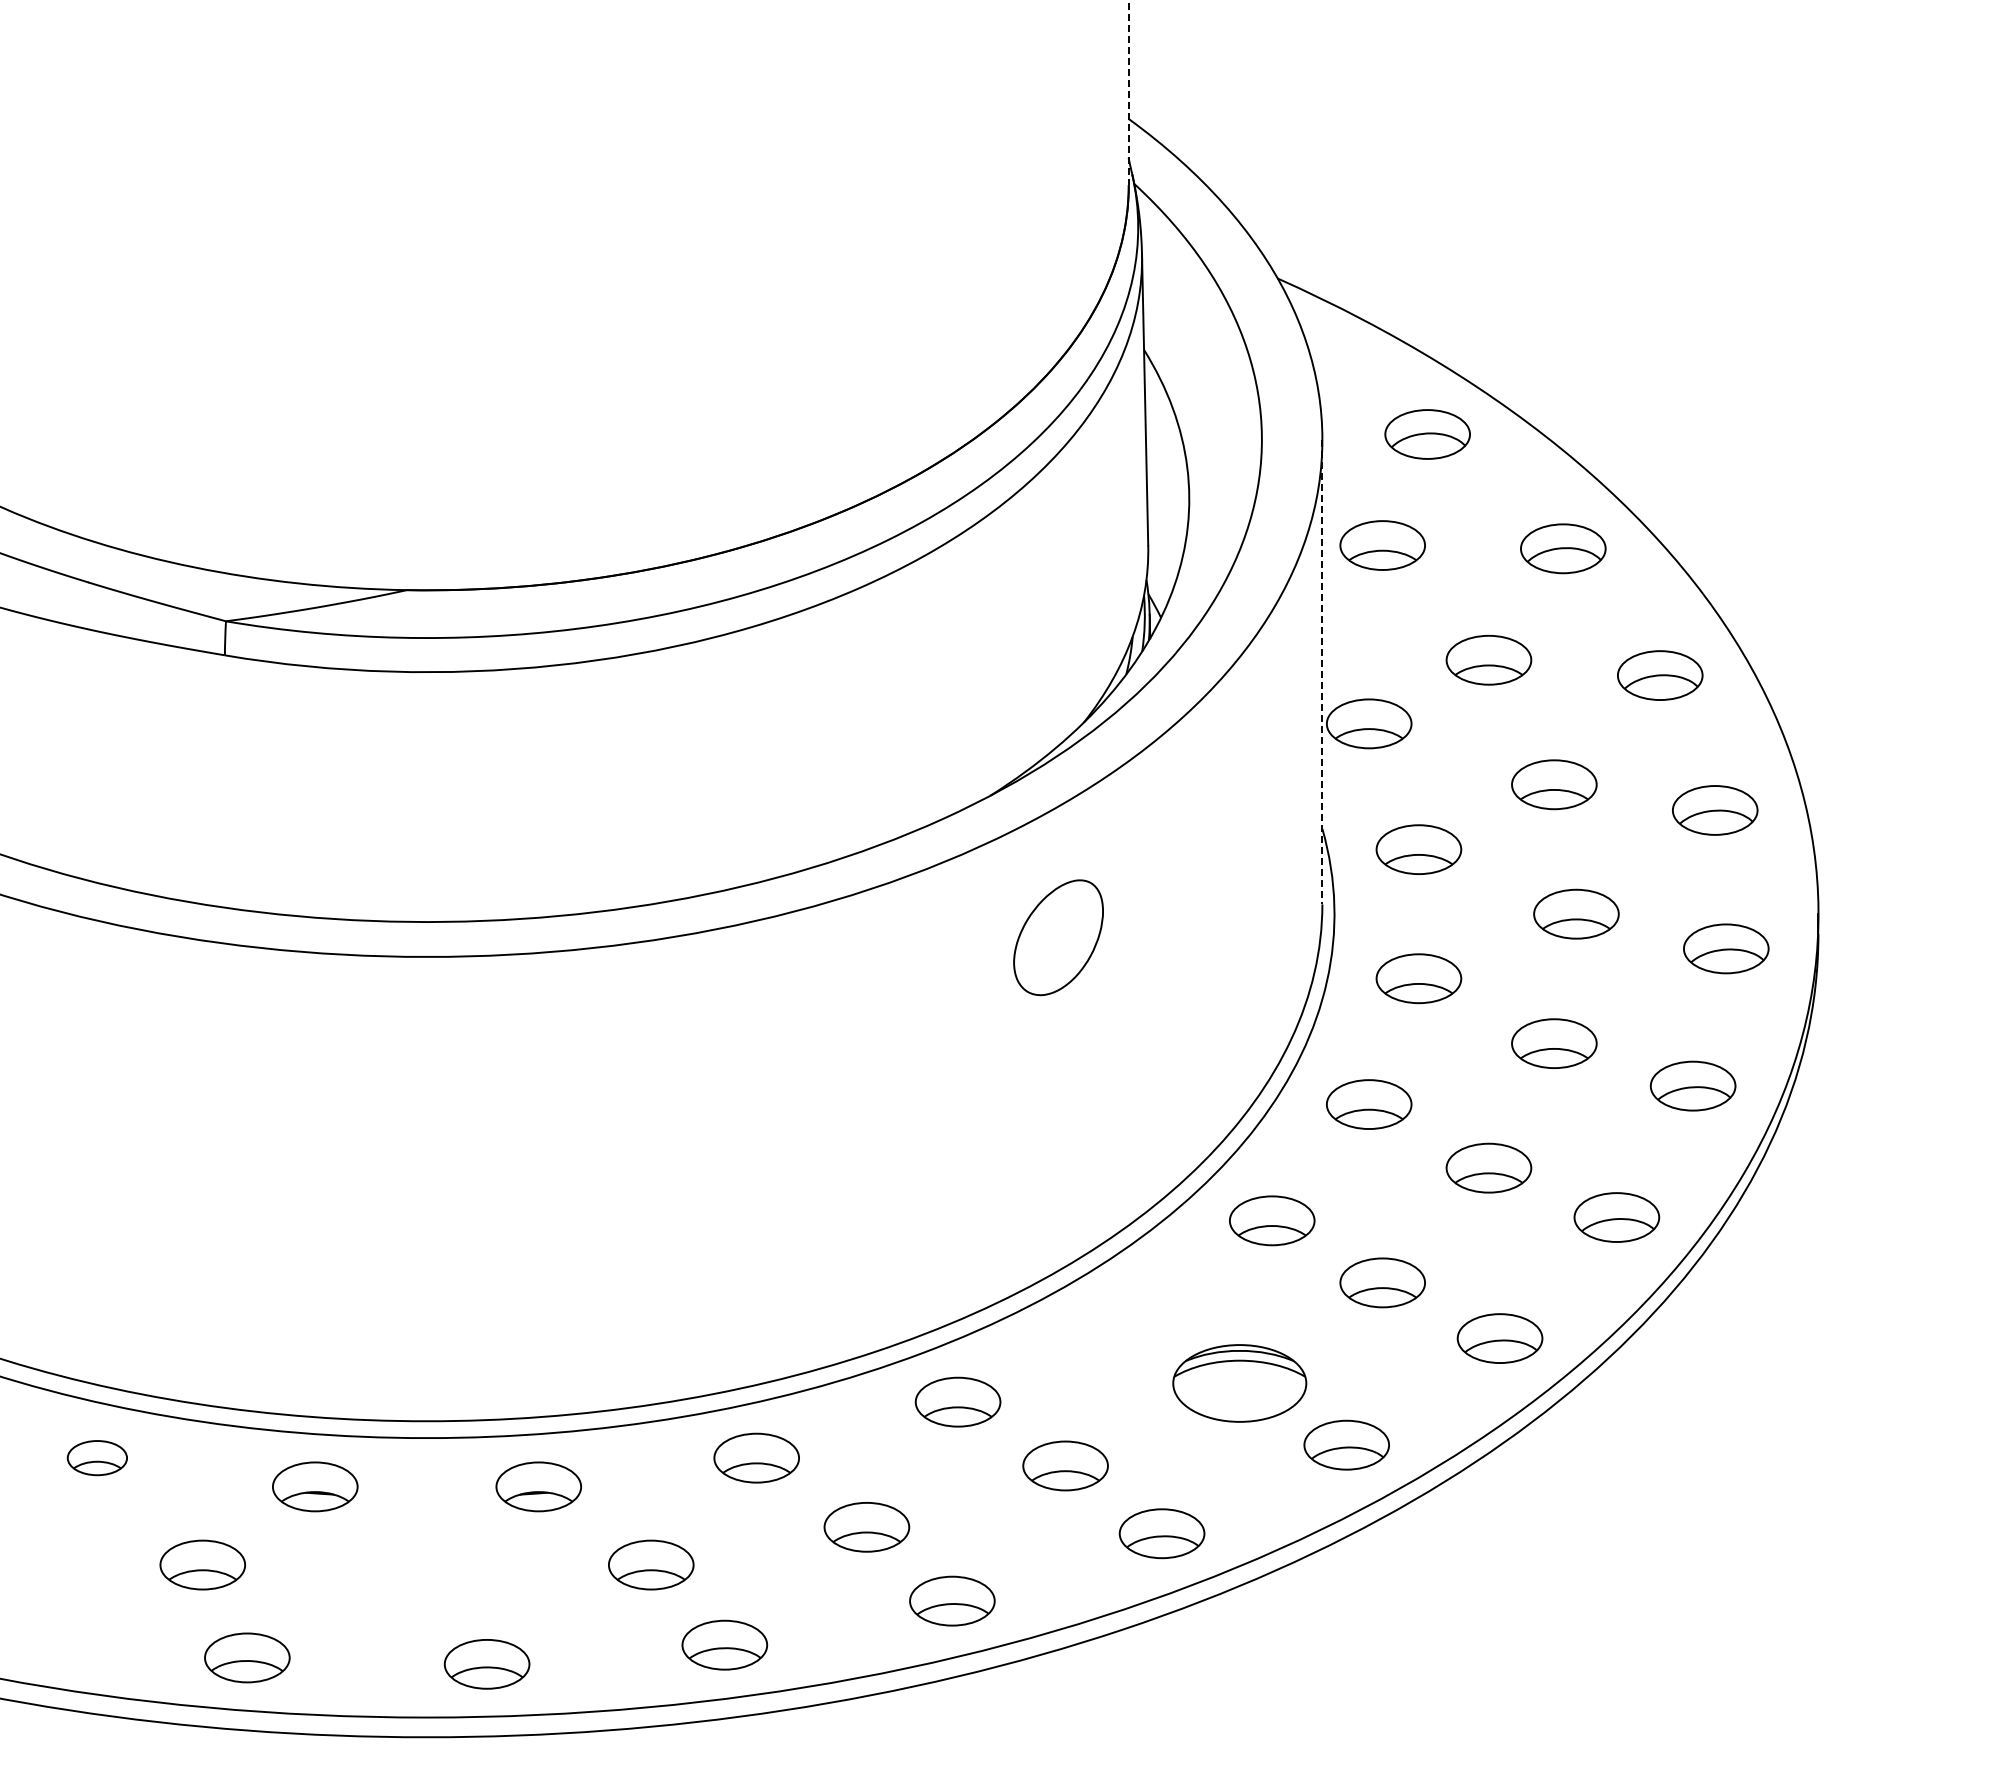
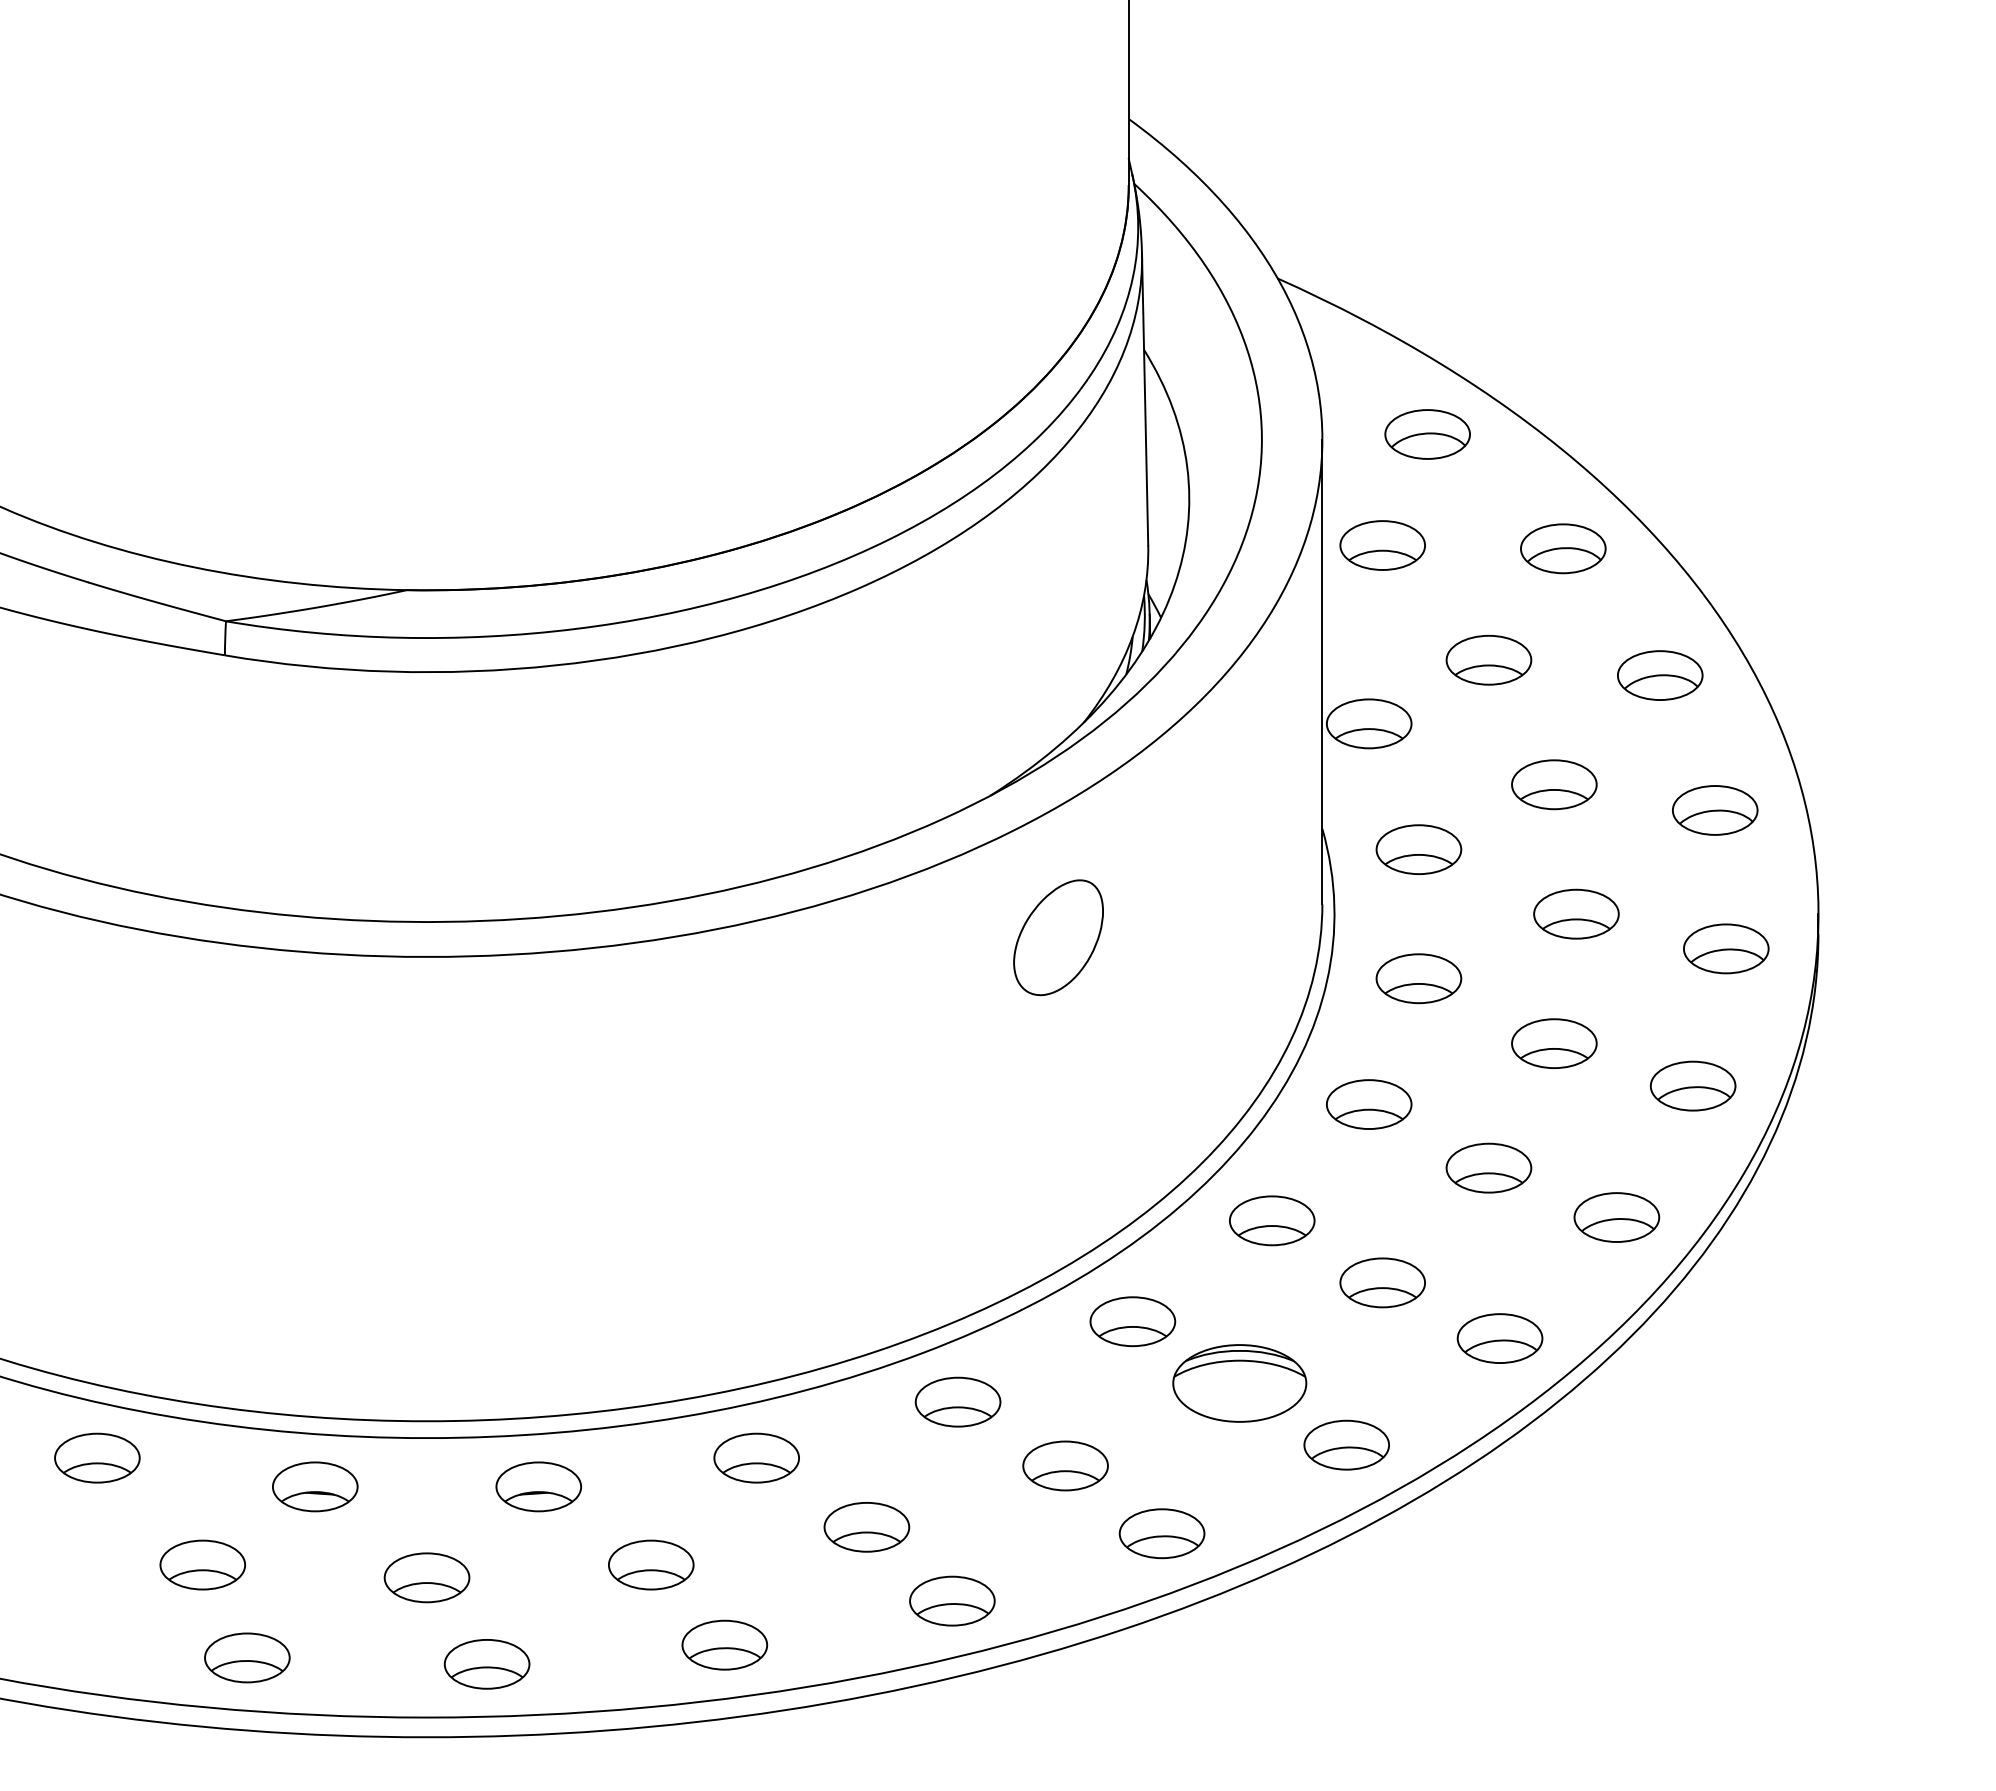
line at (1128, 93): dashed -> solid
line at (1322, 672): dashed -> solid
part at (1132, 1321): none -> present
part at (96, 1458) size: 62x37 px -> 87x52 px
part at (426, 1577): none -> present
